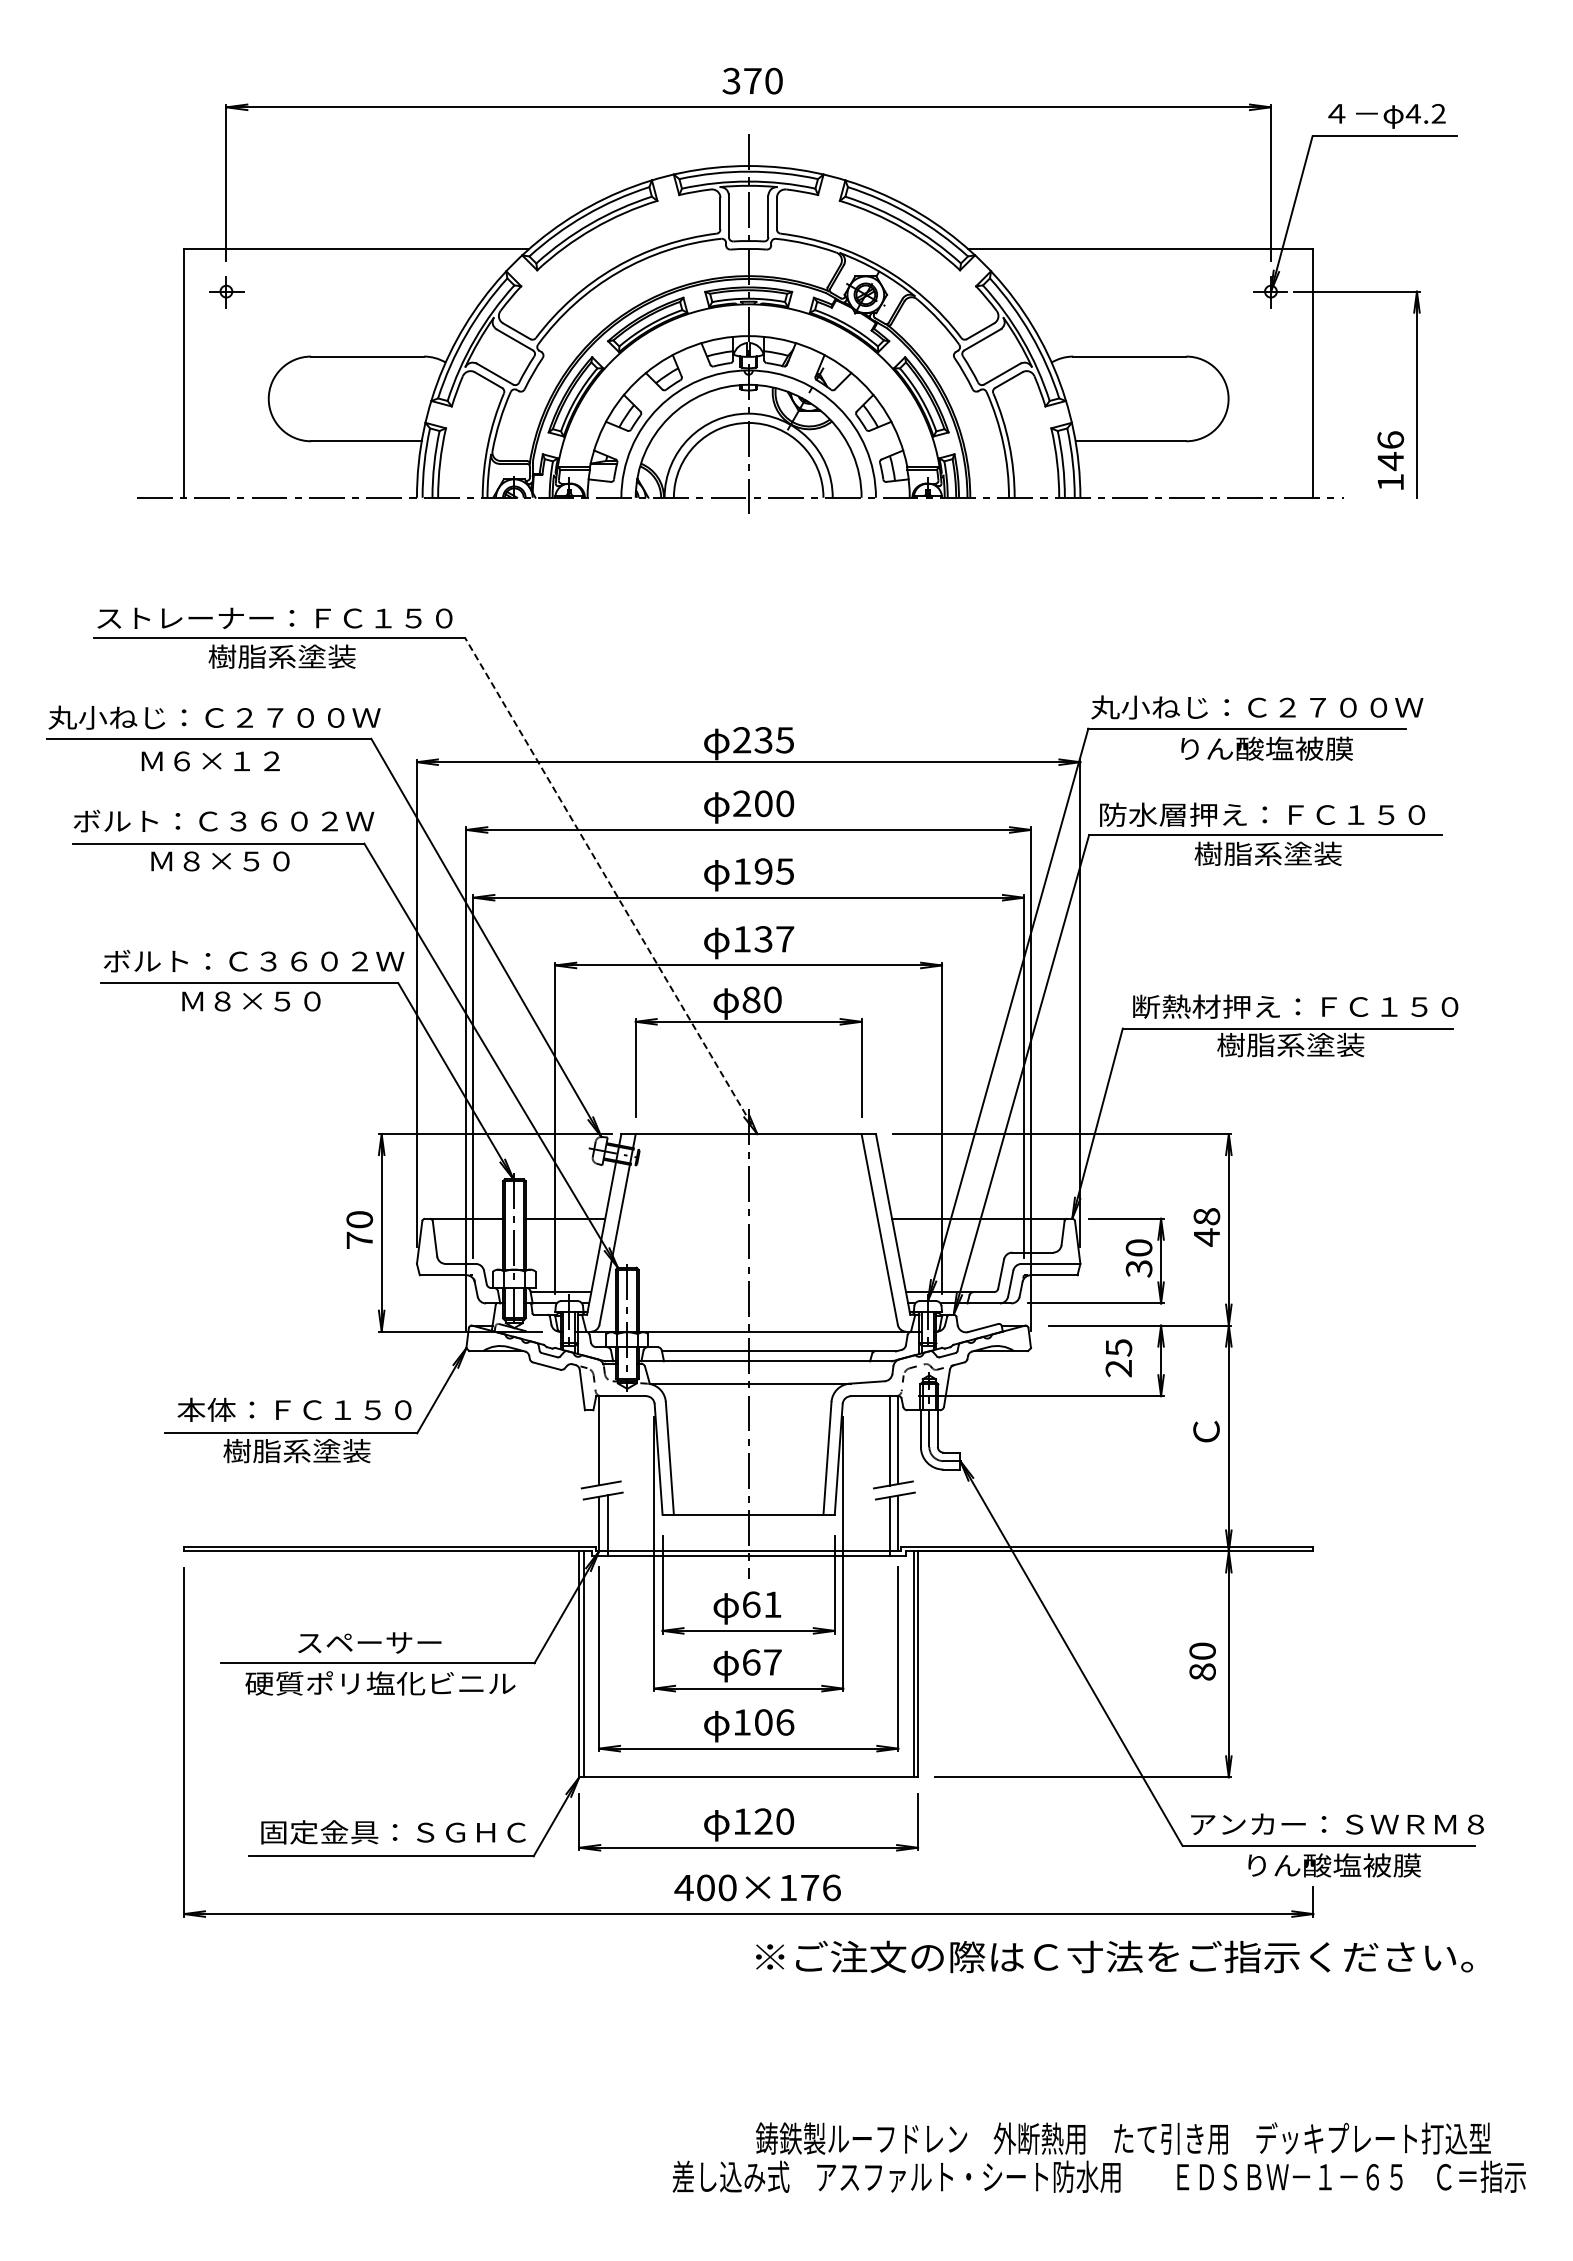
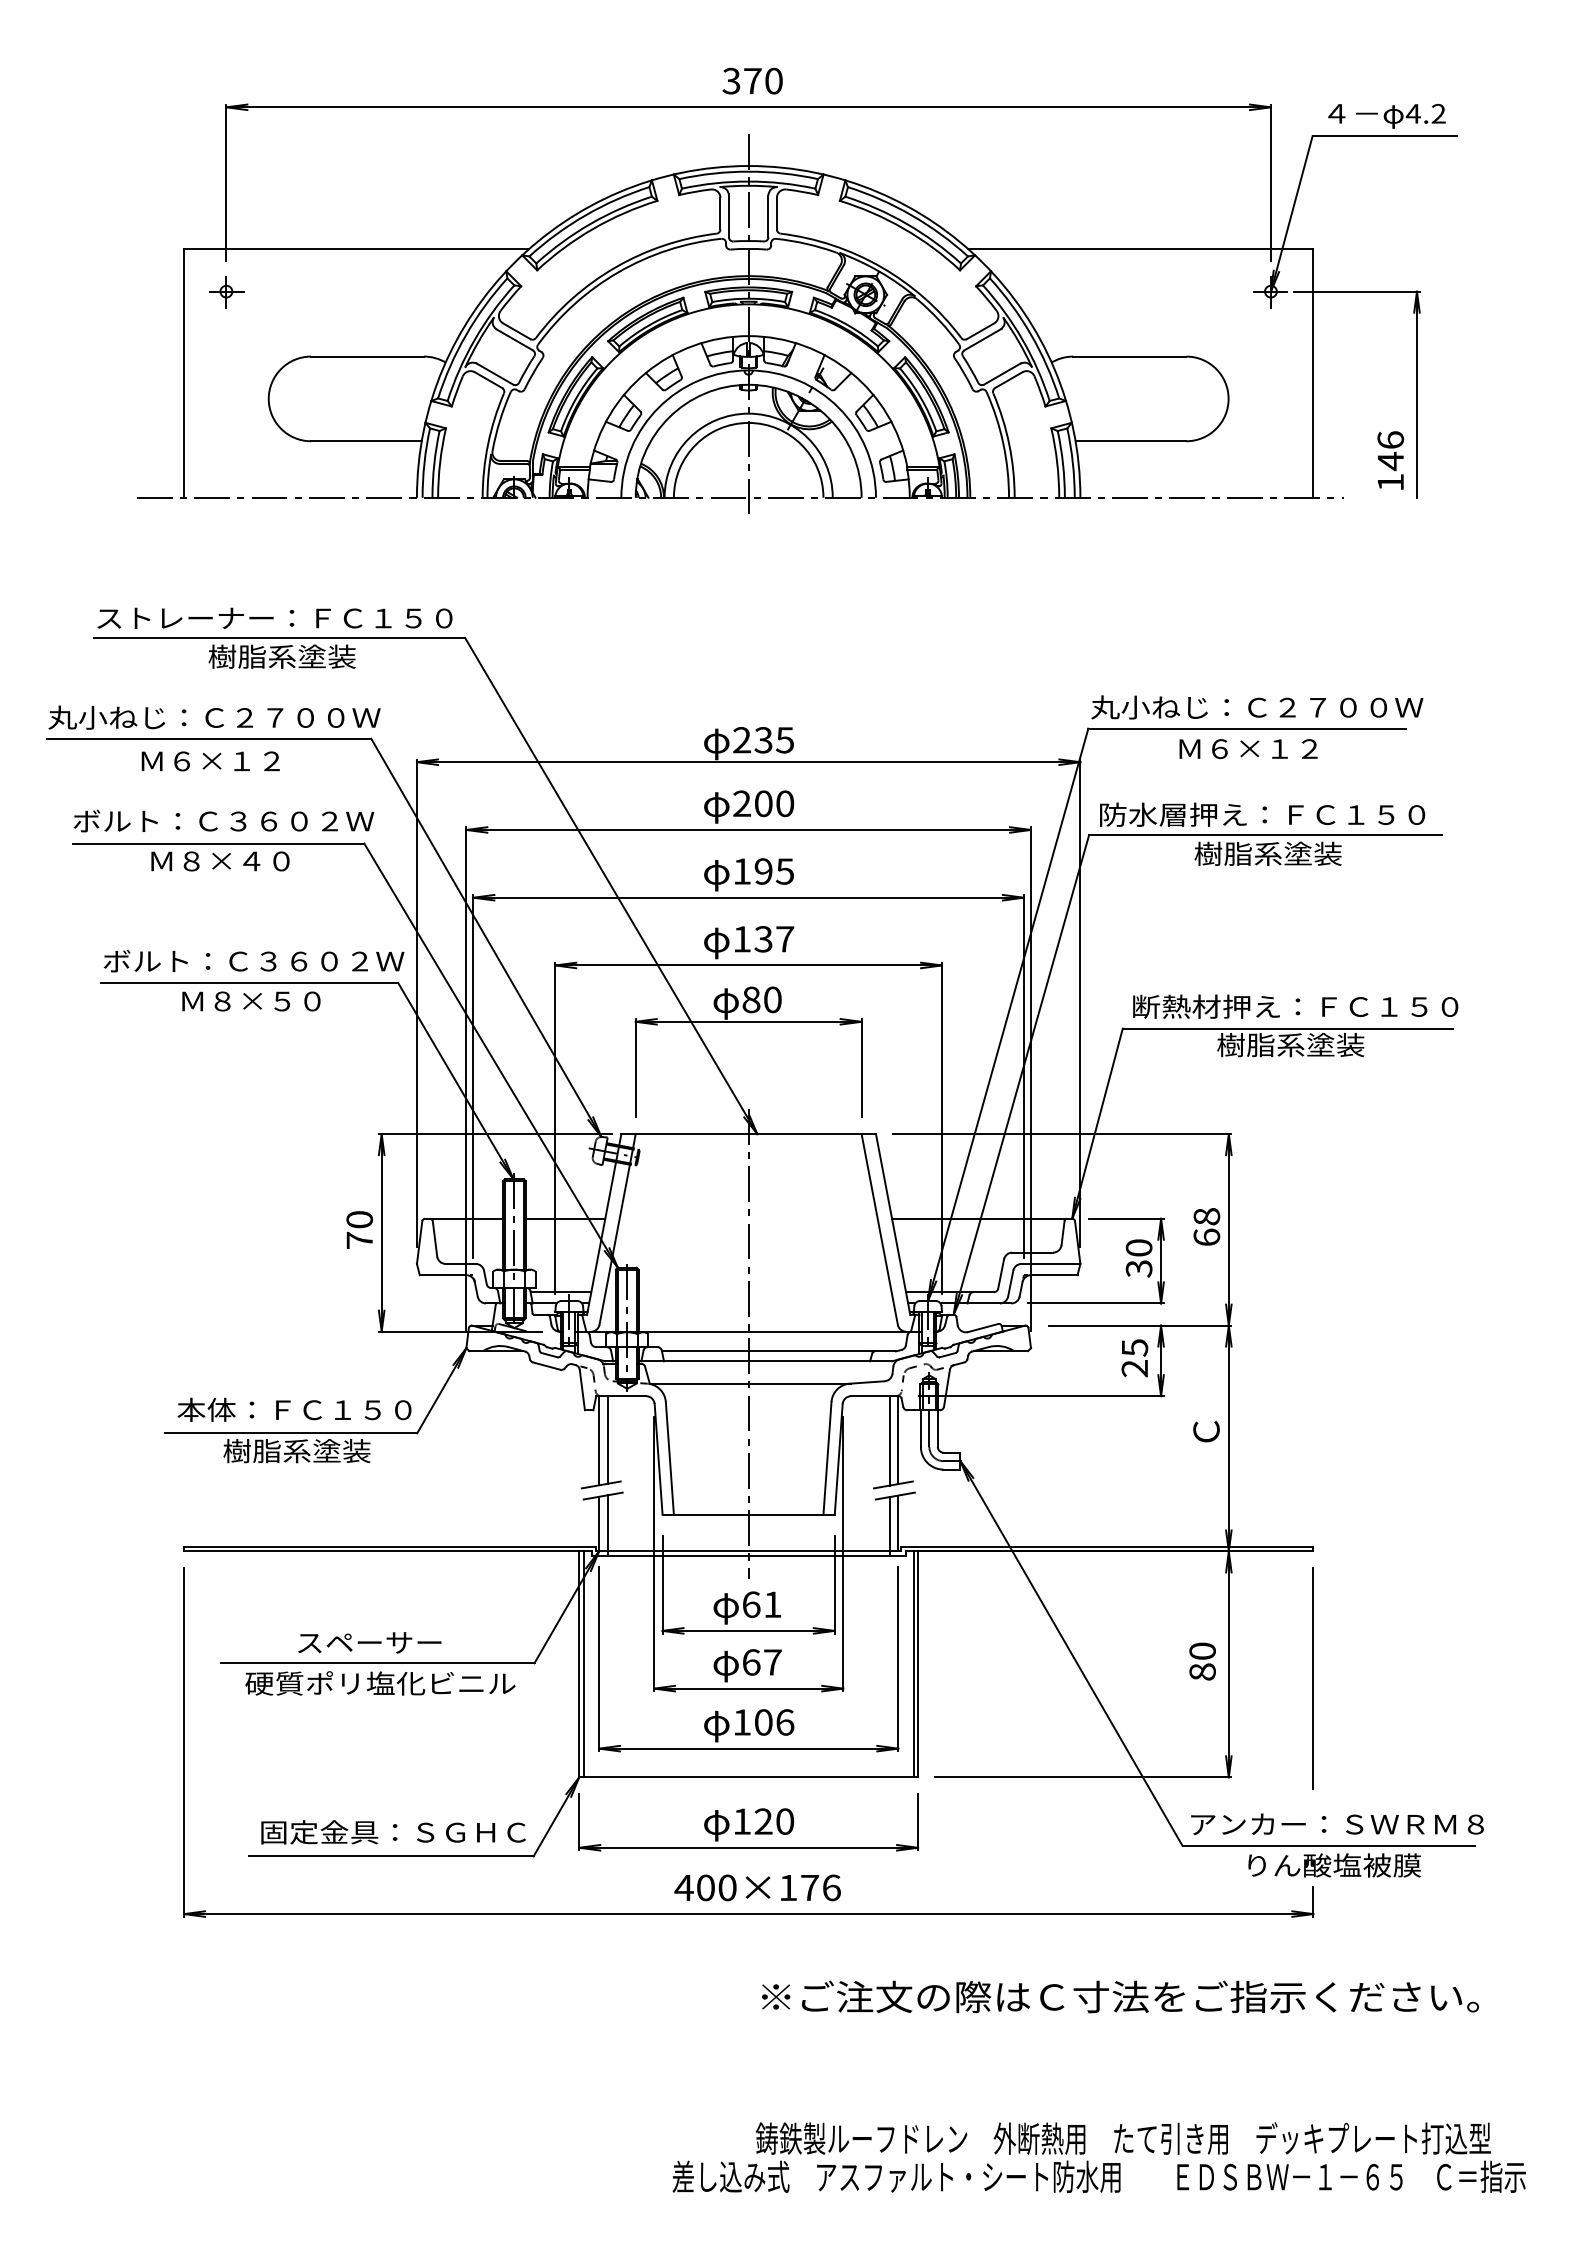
text at (1265, 748): りん酸塩被膜 -> Ｍ６×１２
text at (251, 861): Ｍ８×５０ -> Ｍ８×４０
line at (611, 886): dashed -> solid
text at (1206, 1237): 48 -> 68
text at (1118, 1358) position: (1118, 1358) -> (1134, 1358)
line at (607, 1439): none -> present
line at (1313, 1678): none -> present
text at (1114, 1956) position: (1114, 1956) -> (1120, 1996)
